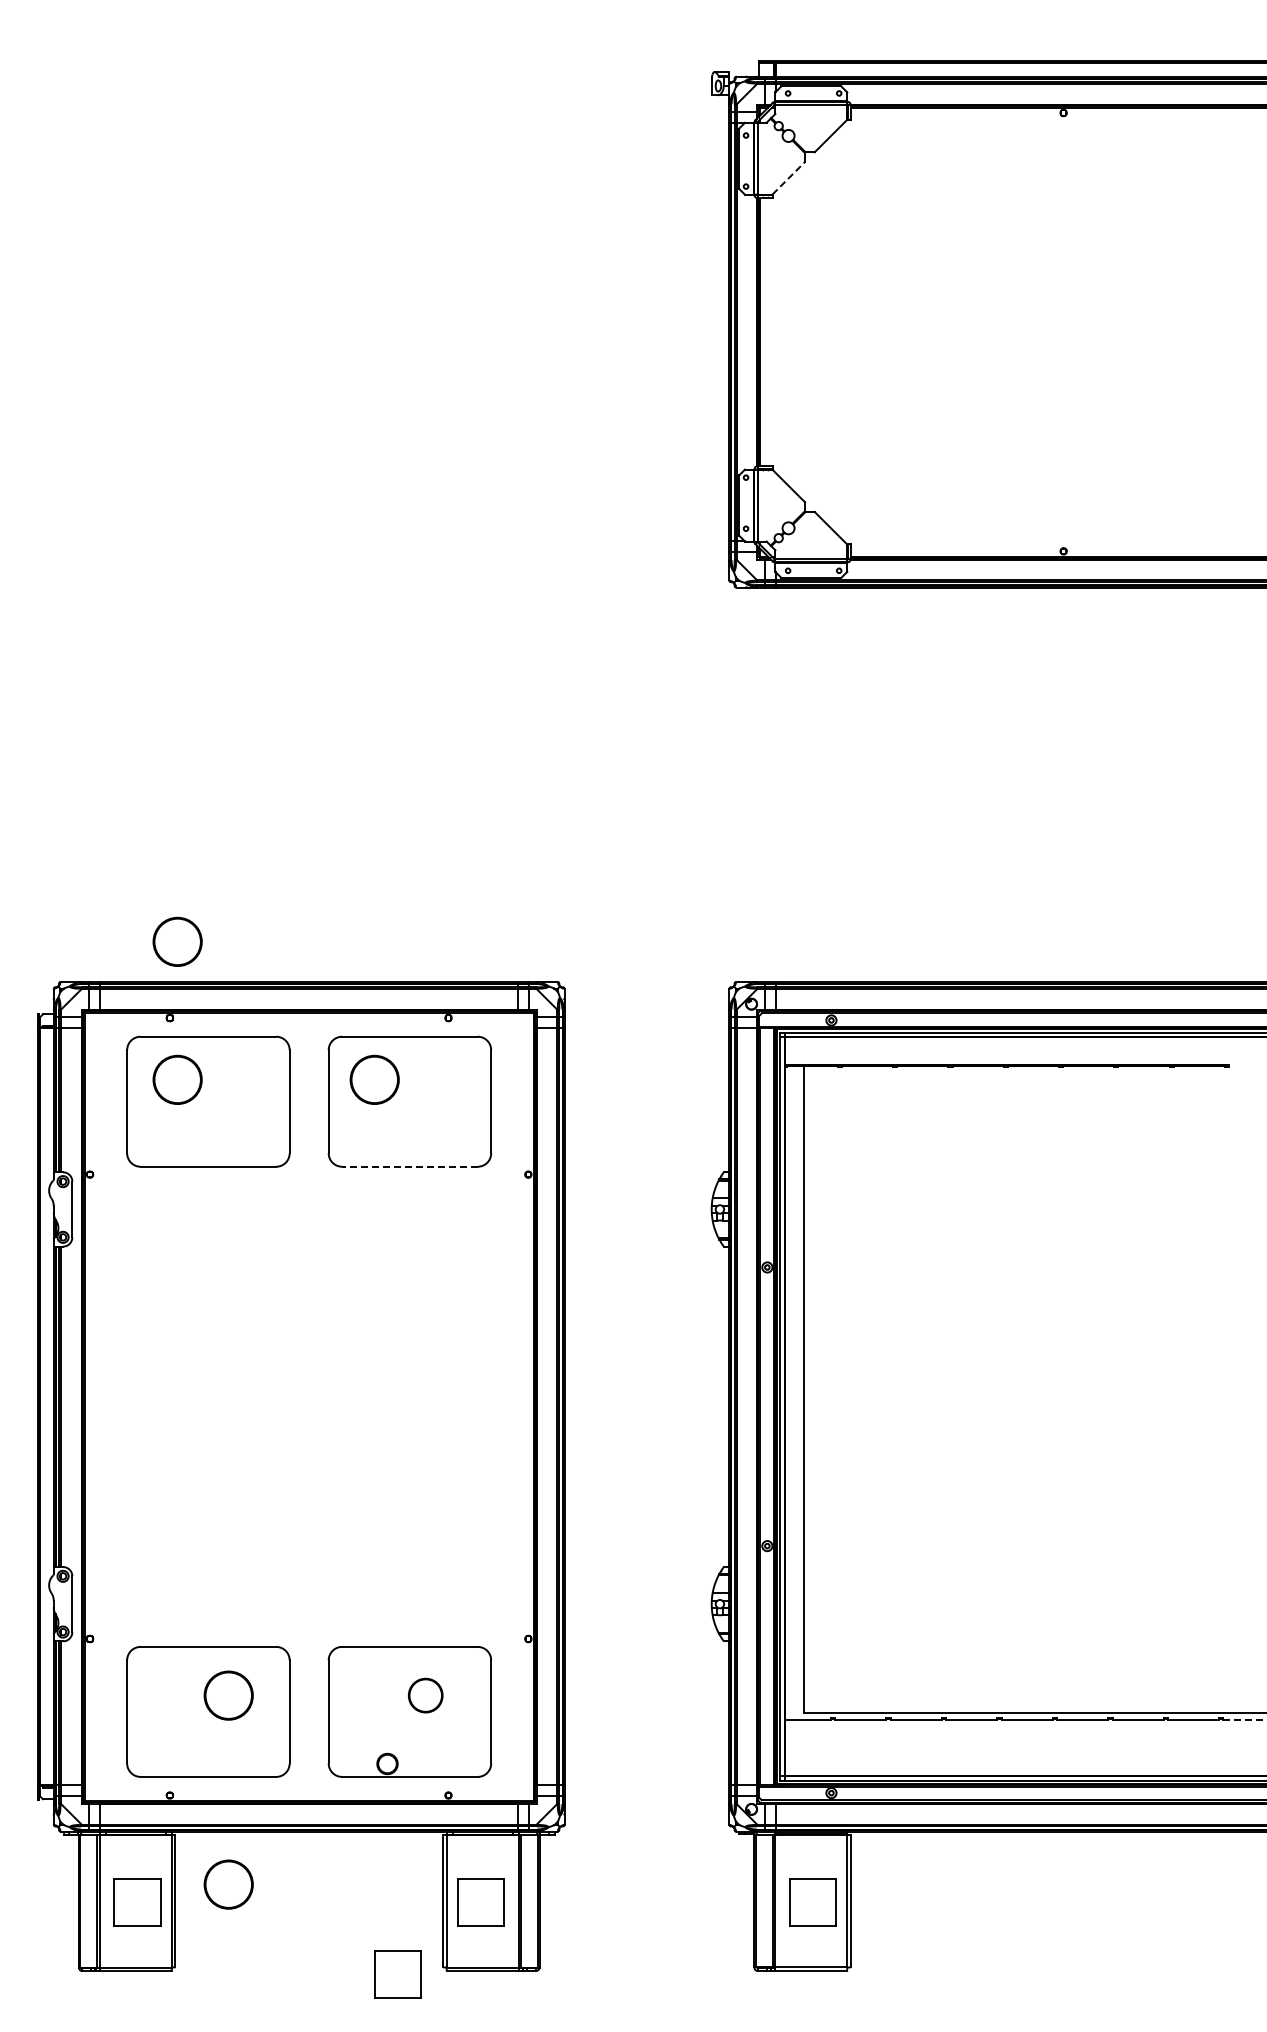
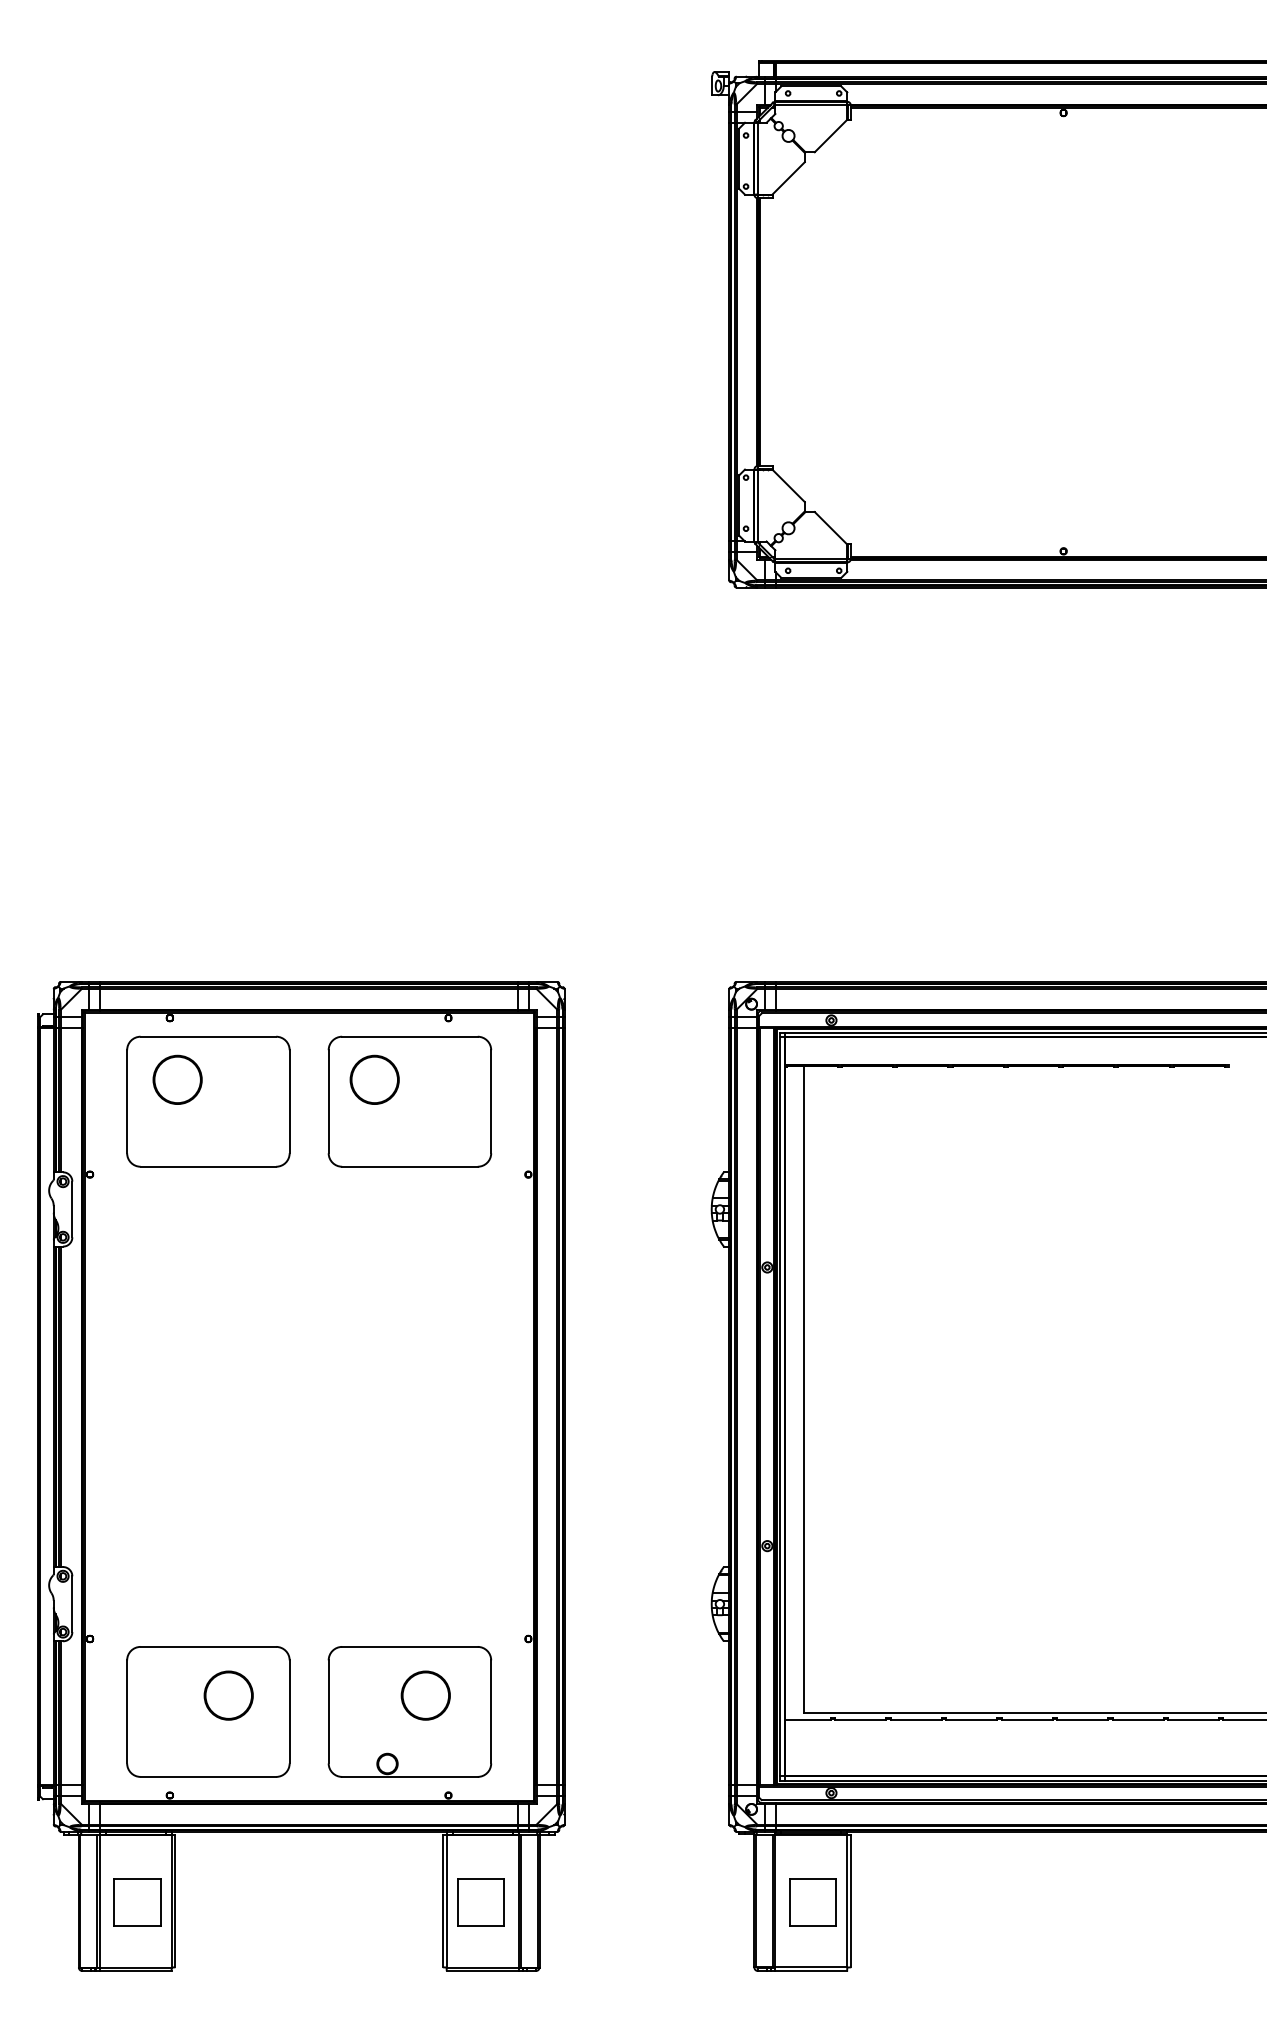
line at (788, 178): dashed -> solid
circle at (177, 941): present -> none
line at (409, 1166): dashed -> solid
circle at (425, 1695) size: 36x37 px -> 51x51 px
line at (1245, 1719): dashed -> solid
circle at (228, 1884): present -> none
part at (397, 1974): present -> none
